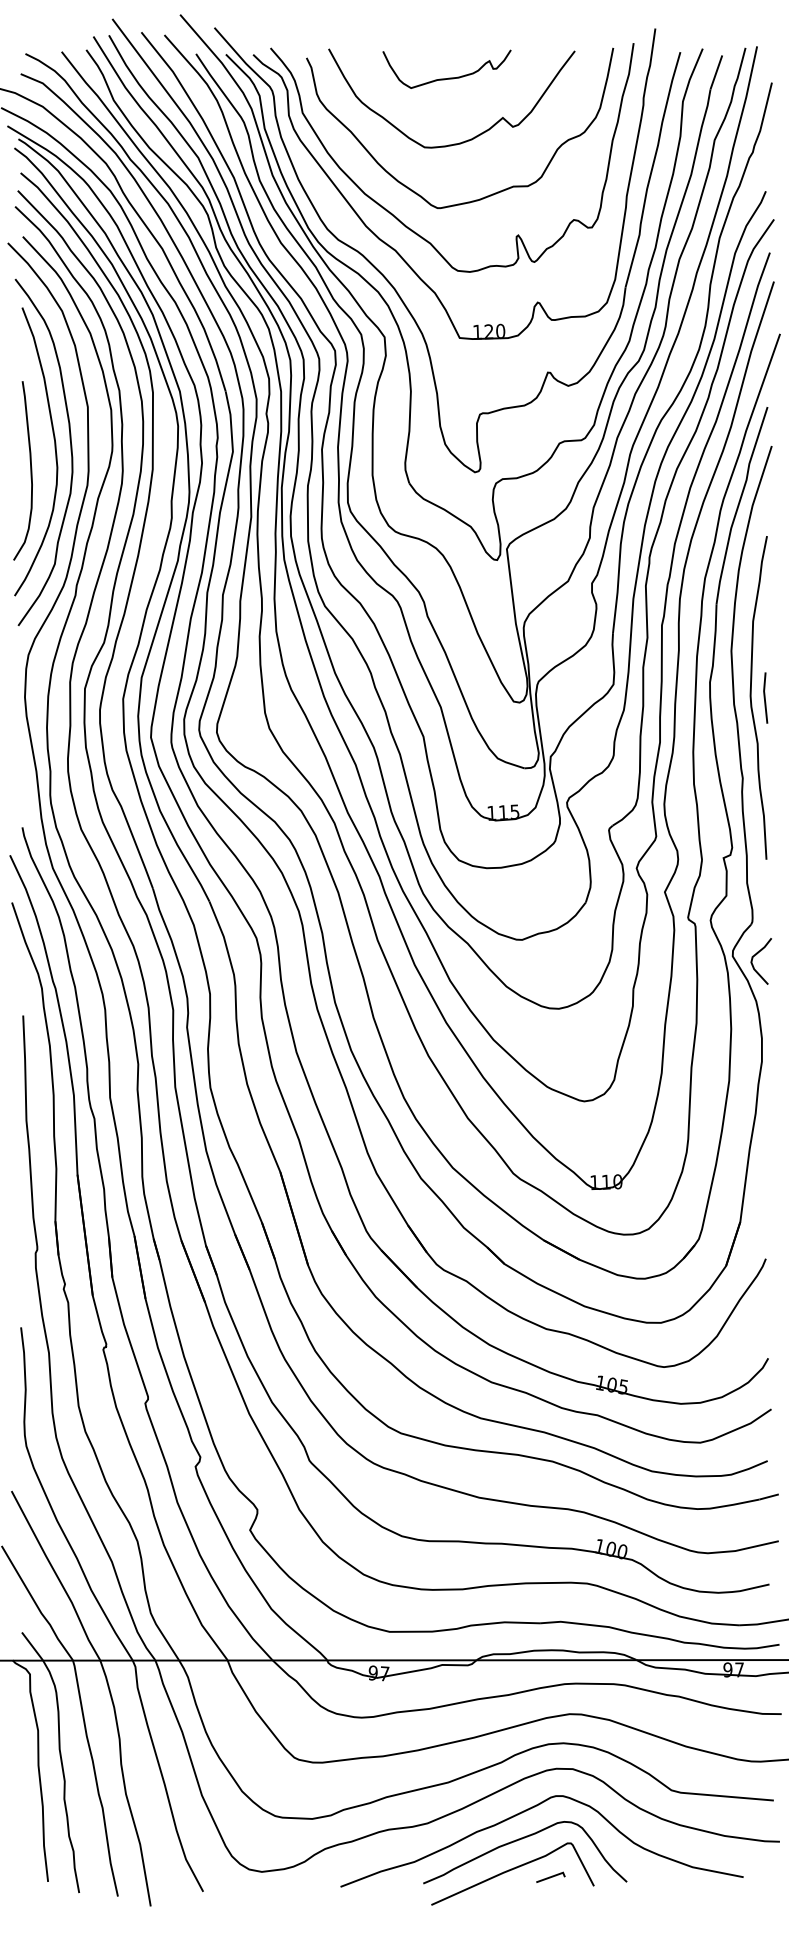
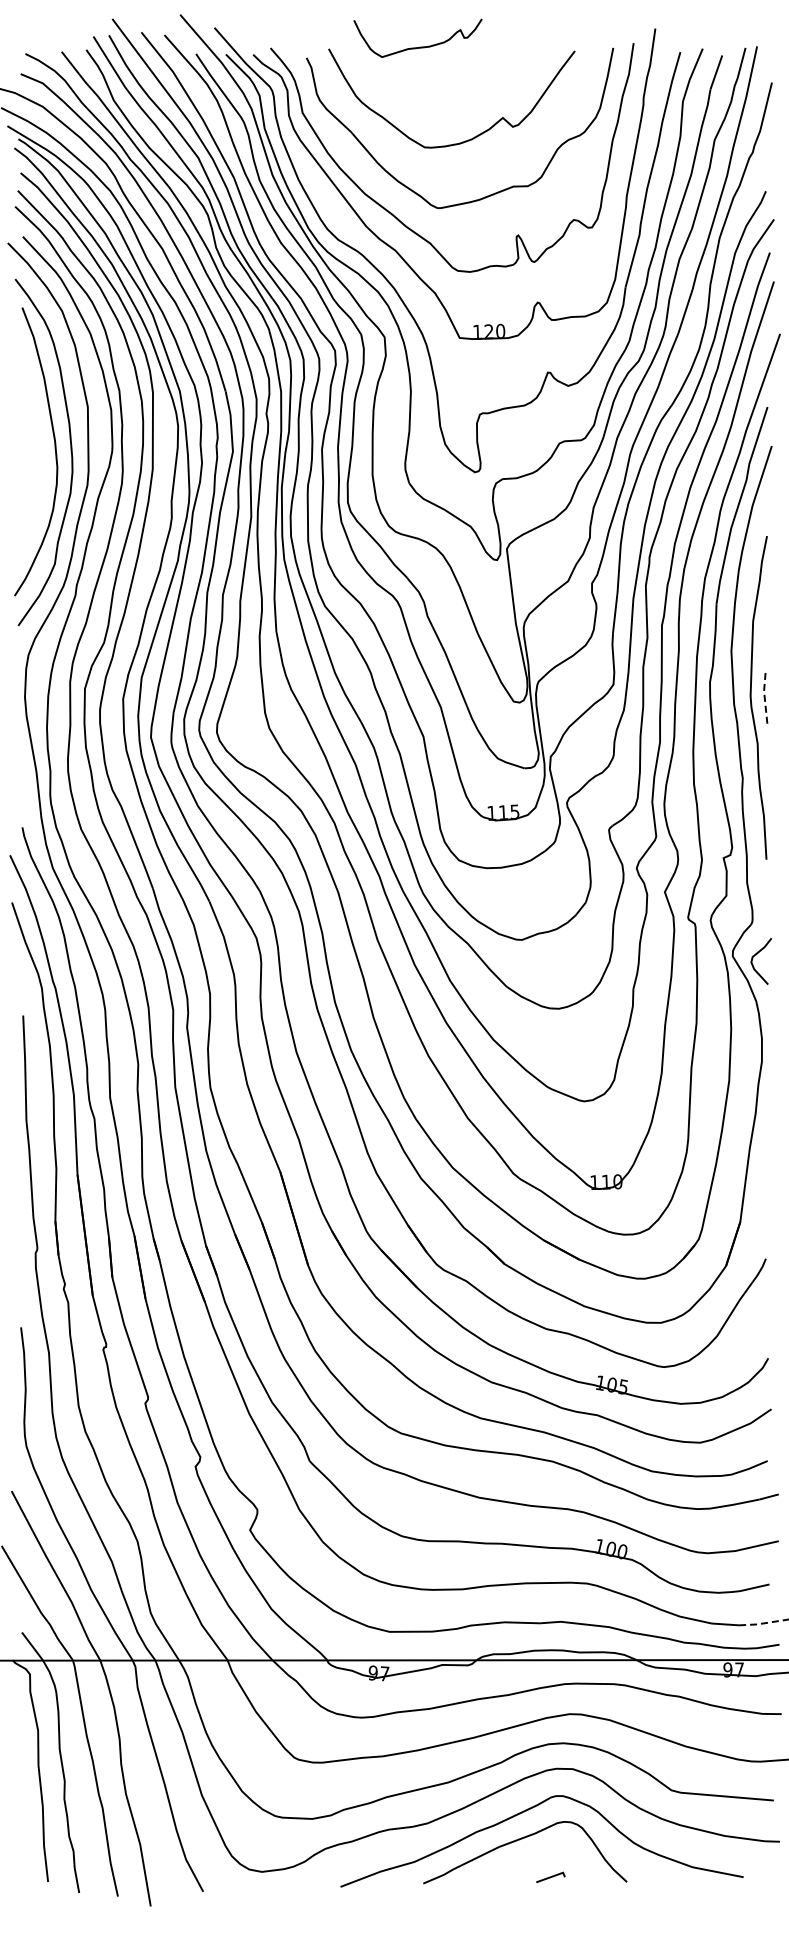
curve at (448, 77) position: (448, 77) -> (419, 46)
curve at (30, 470): present -> none
line at (764, 697): solid -> dashed
line at (763, 1623): solid -> dashed
curve at (512, 1870): present -> none
